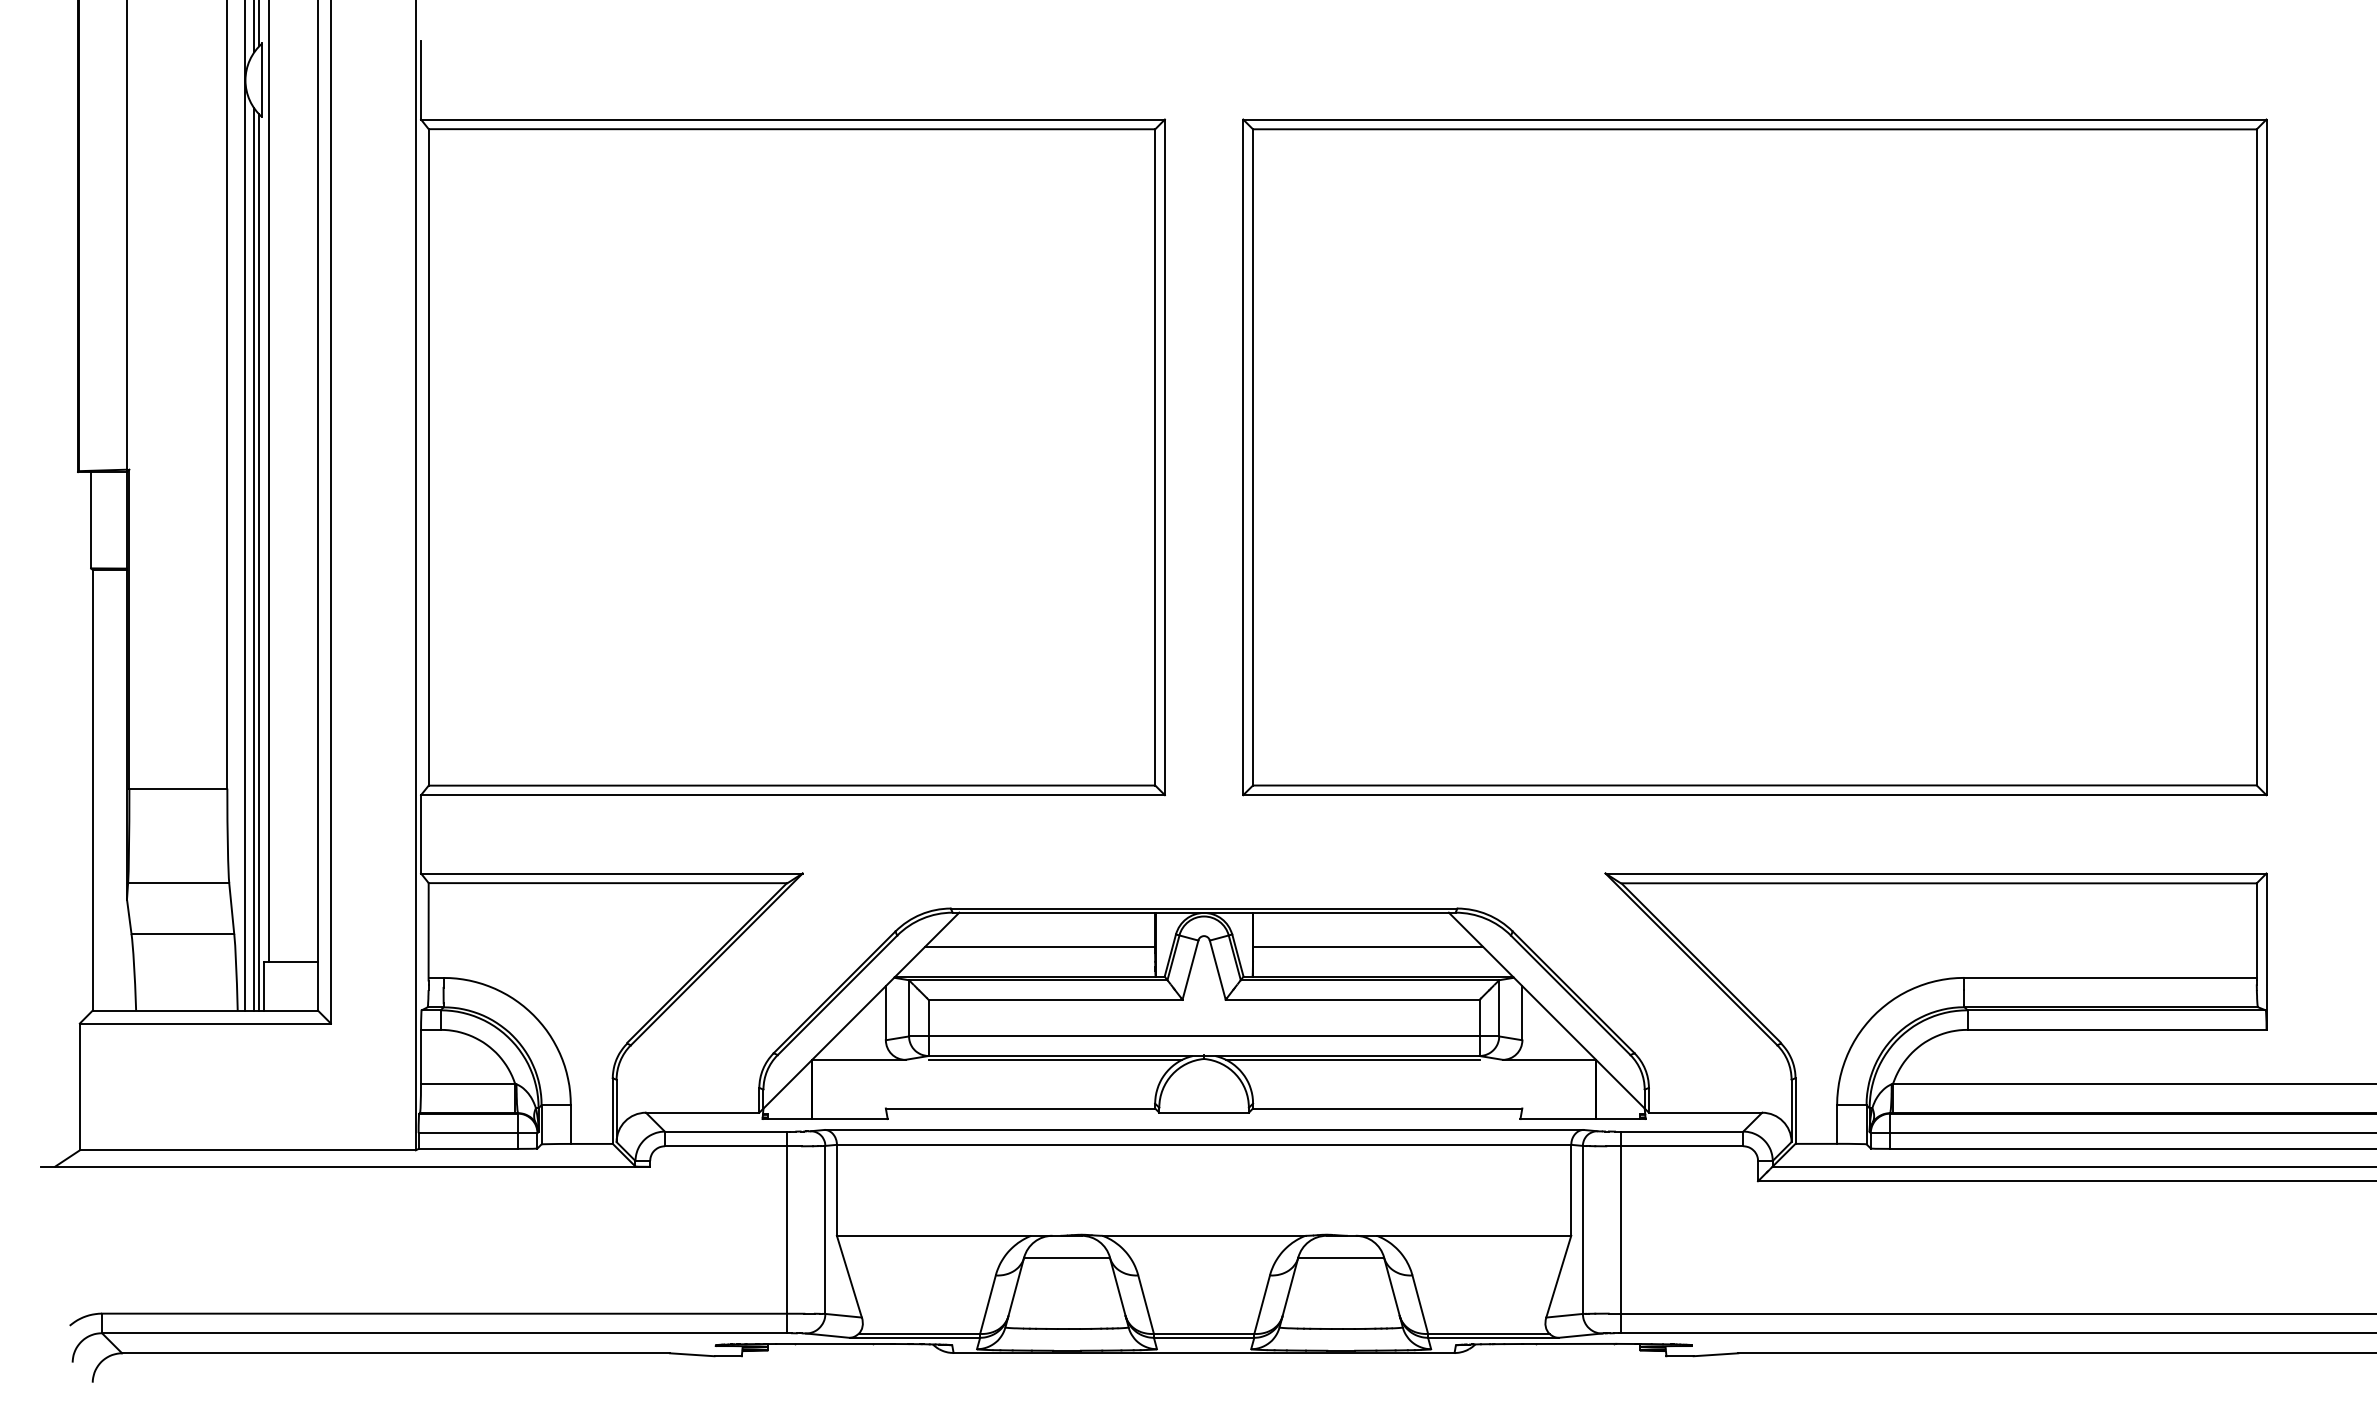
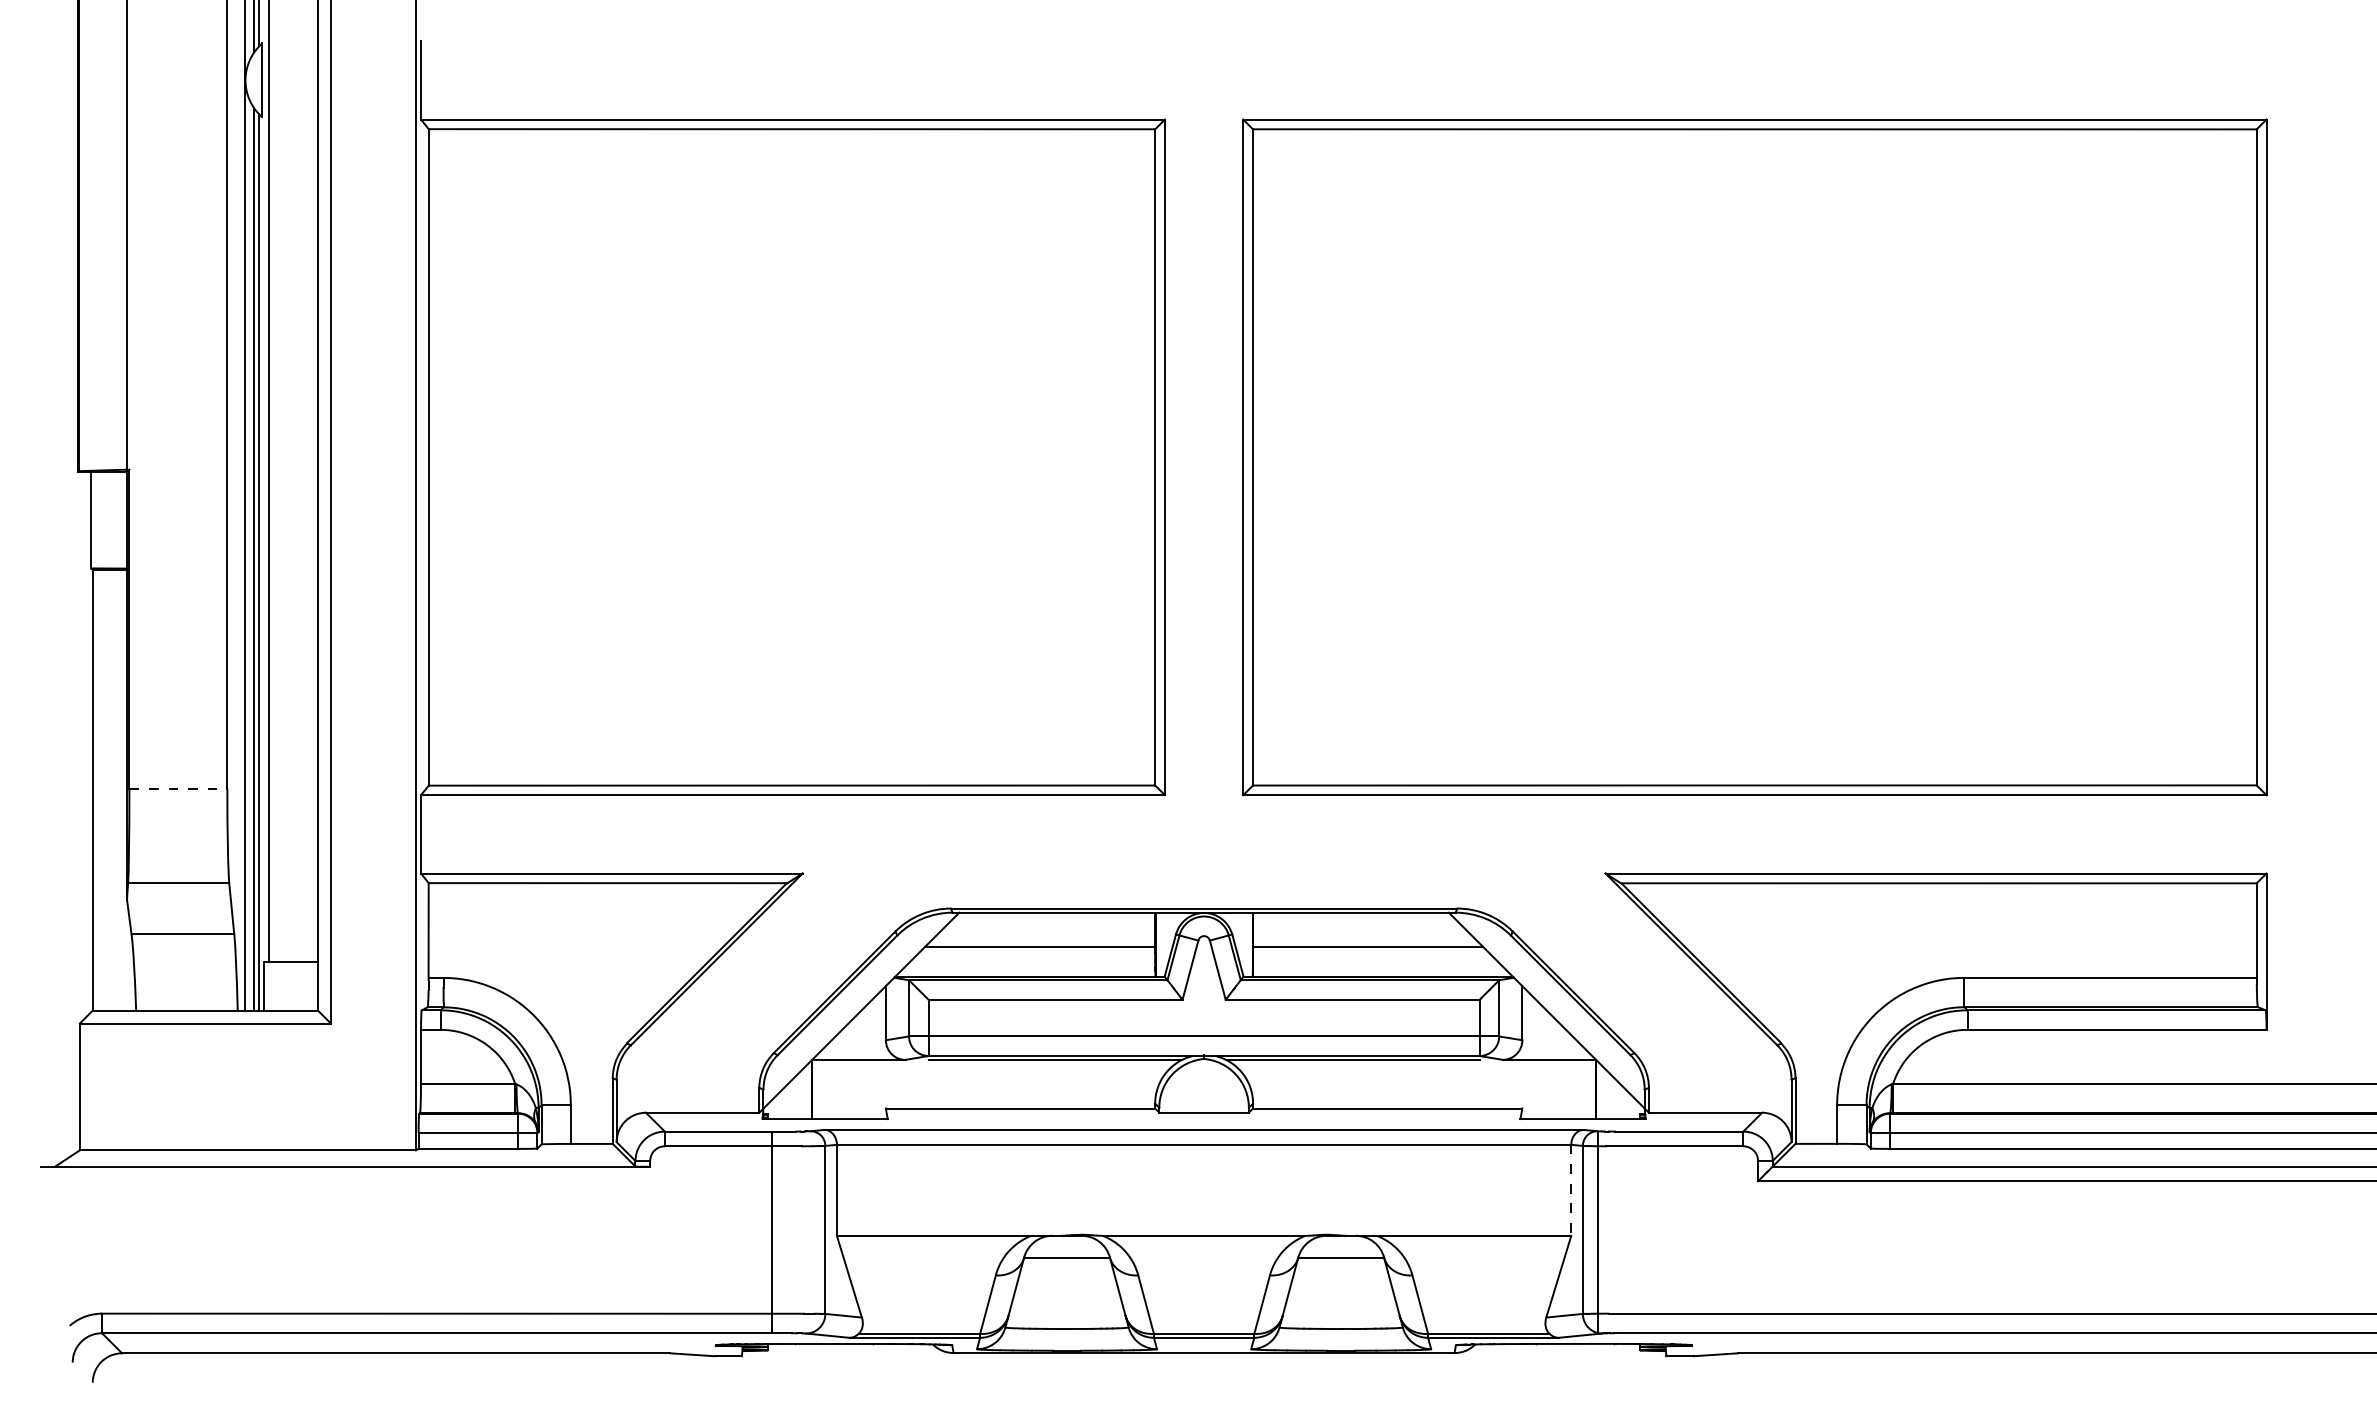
line at (178, 788): solid -> dashed
line at (1571, 1190): solid -> dashed
line at (786, 1232) position: (786, 1232) -> (771, 1232)
line at (1621, 1232) position: (1621, 1232) -> (1598, 1232)
